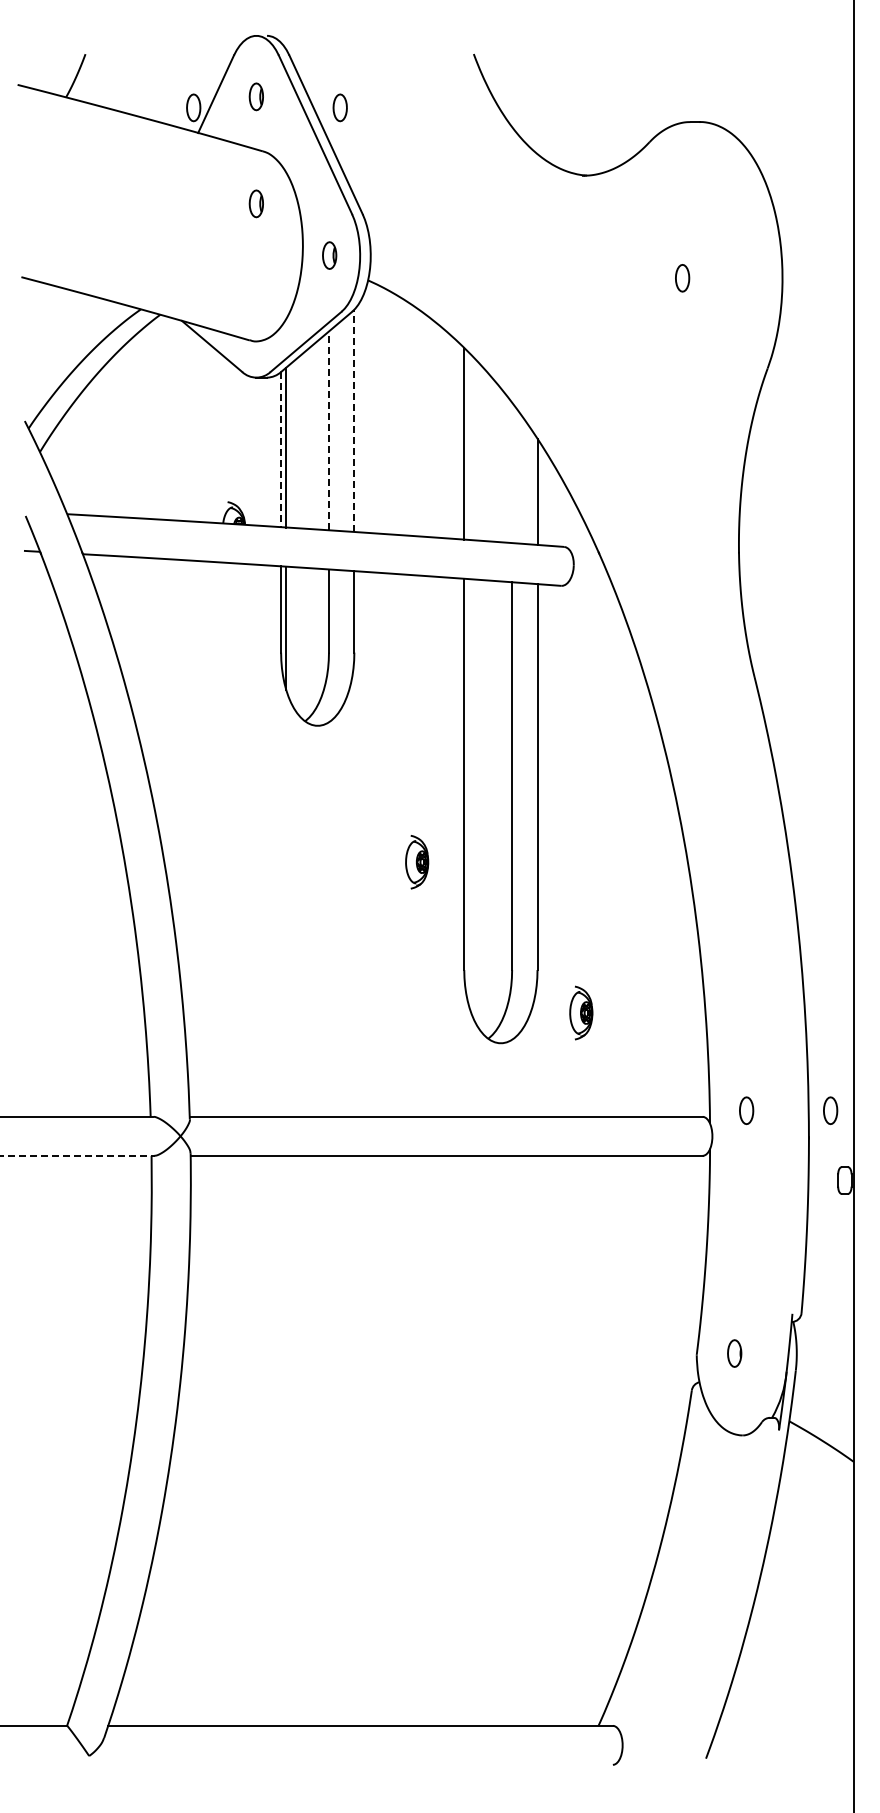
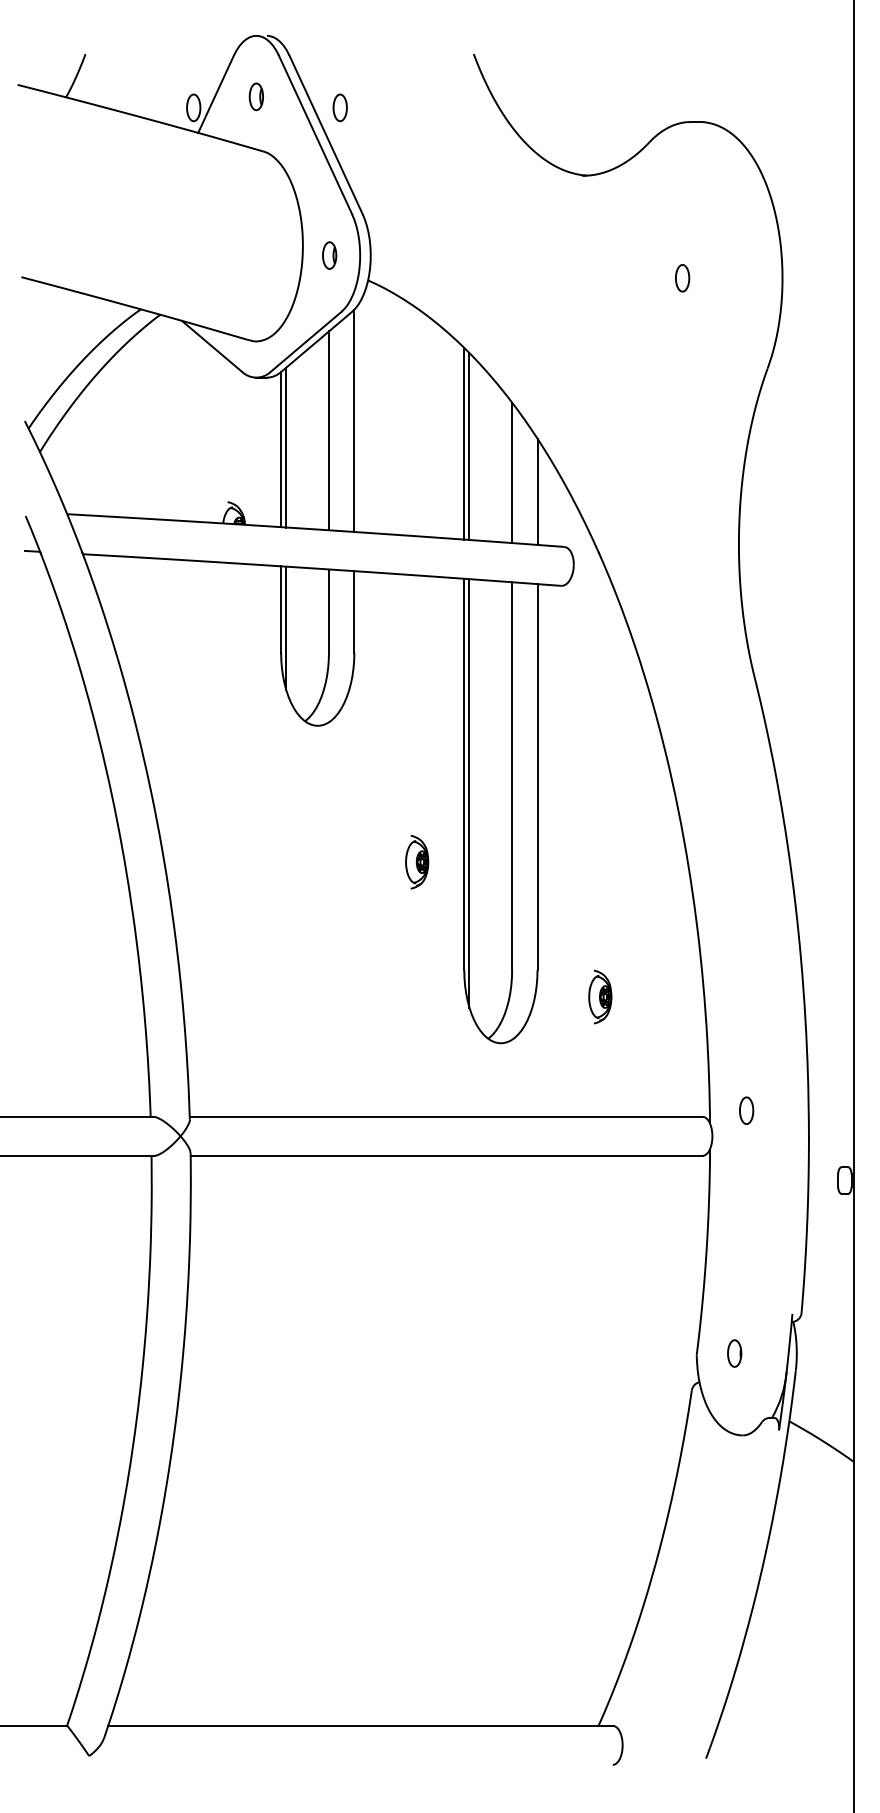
part at (255, 203): present -> none
line at (354, 420): dashed -> solid
line at (329, 430): dashed -> solid
line at (469, 446): none -> present
line at (281, 449): dashed -> solid
line at (512, 472): none -> present
line at (469, 793): none -> present
part at (581, 1012) position: (581, 1012) -> (600, 996)
part at (830, 1110): present -> none
line at (78, 1155): dashed -> solid
